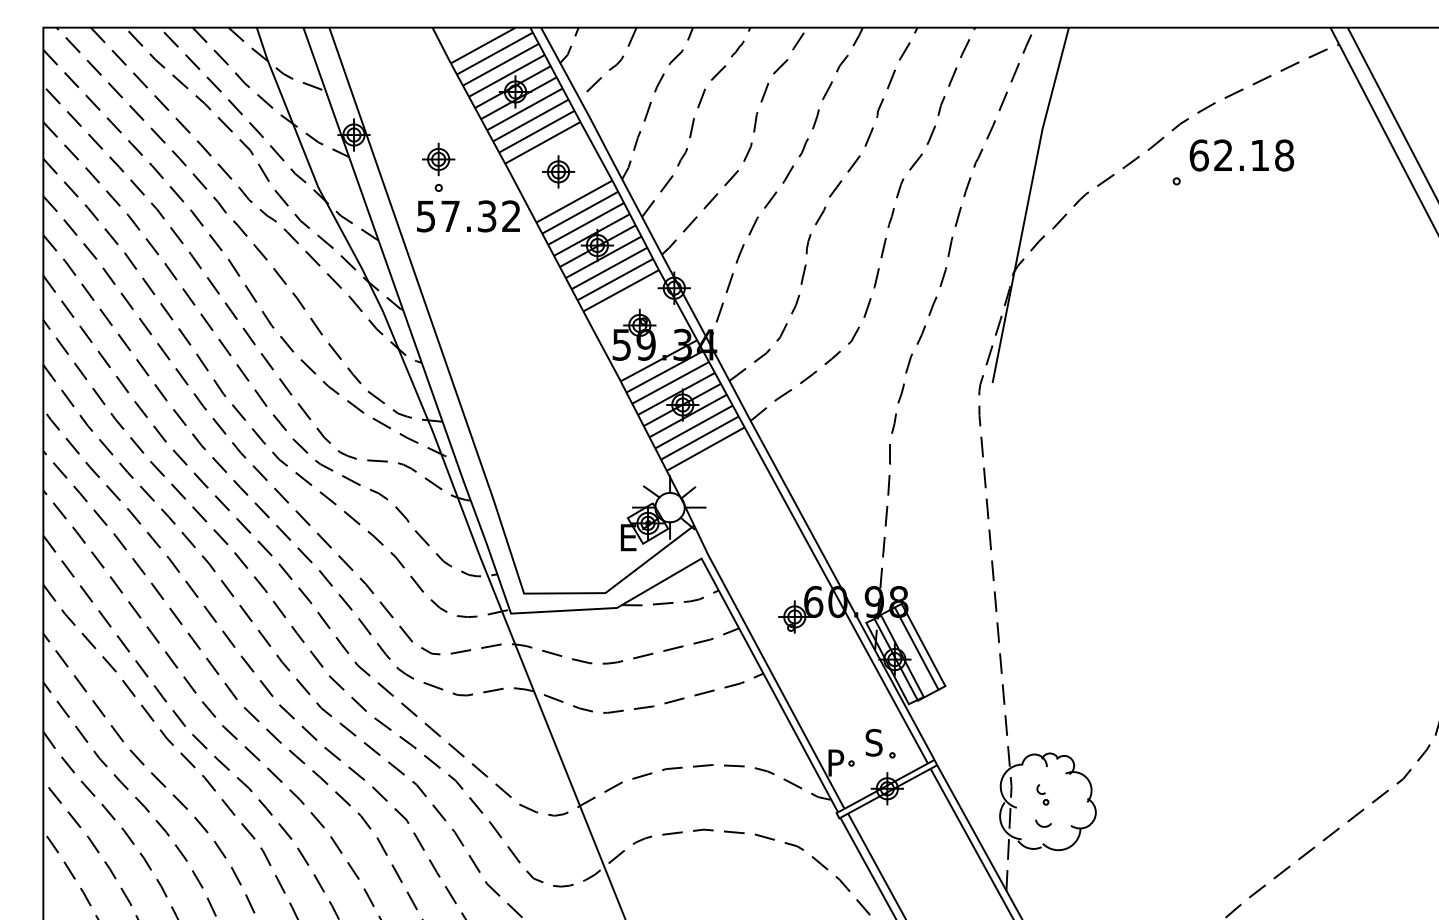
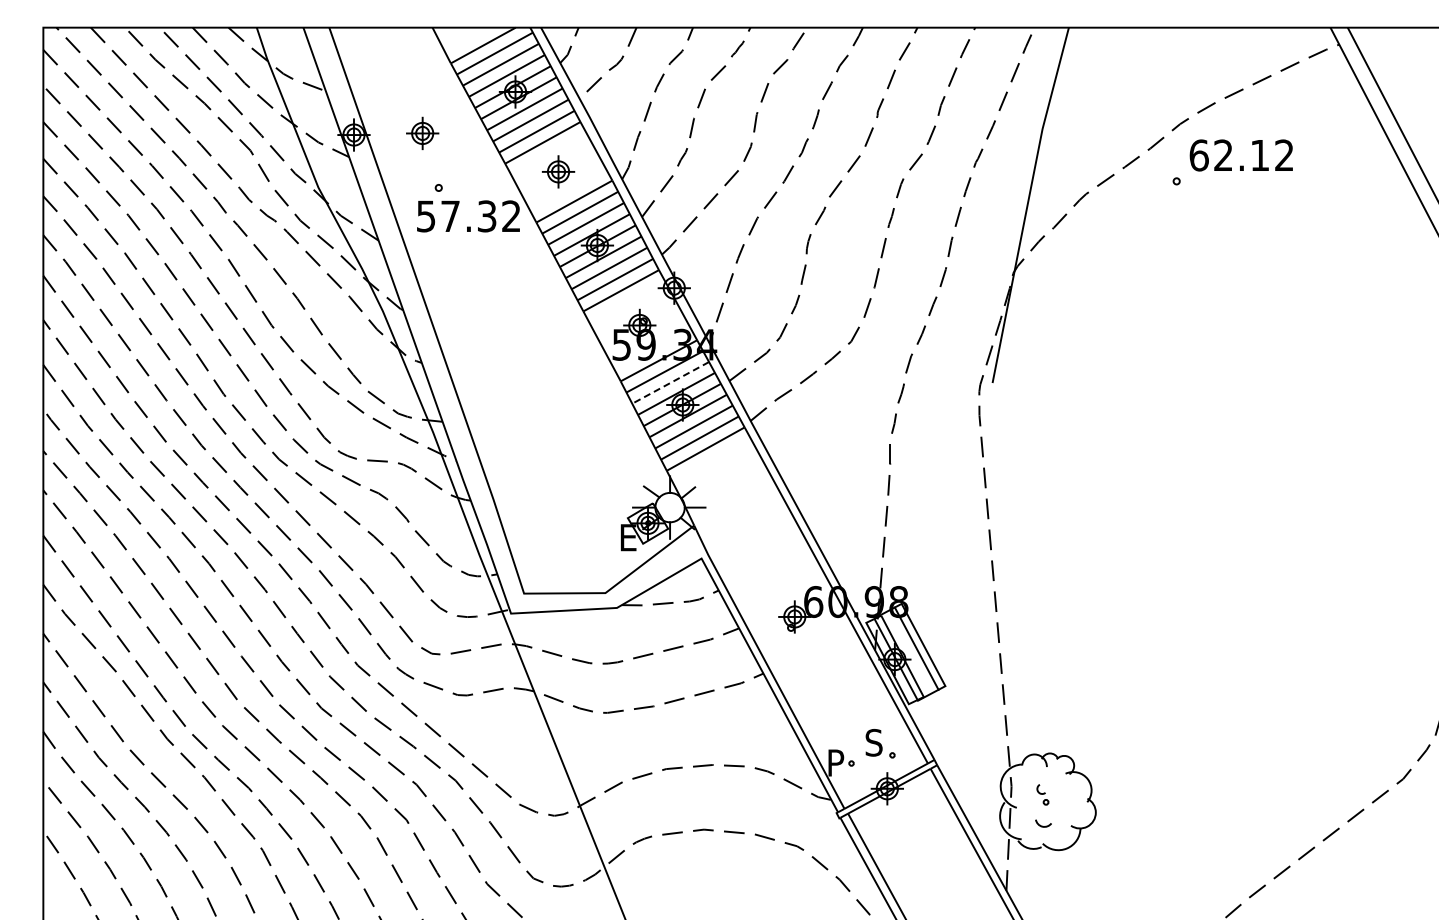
text at (1284, 155): 62.18 -> 62.12
part at (438, 158) position: (438, 158) -> (422, 132)
line at (670, 382): solid -> dashed
